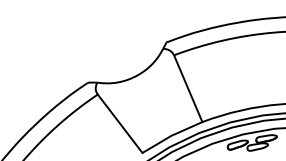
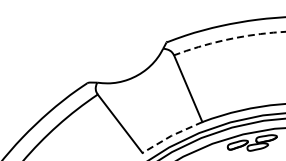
arc at (228, 39): solid -> dashed
line at (171, 135): solid -> dashed
